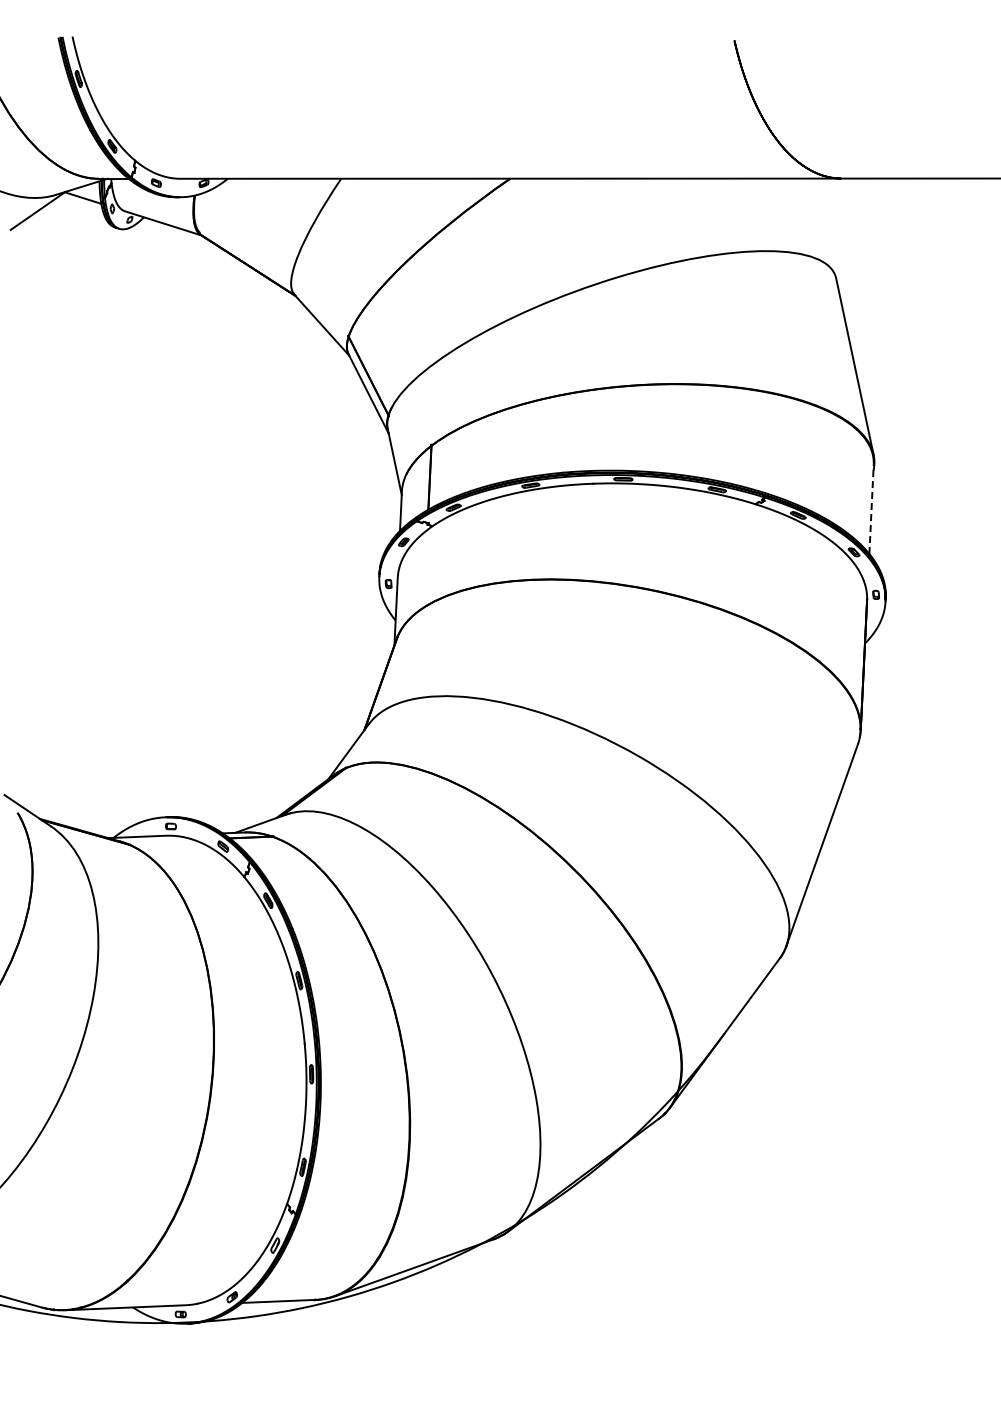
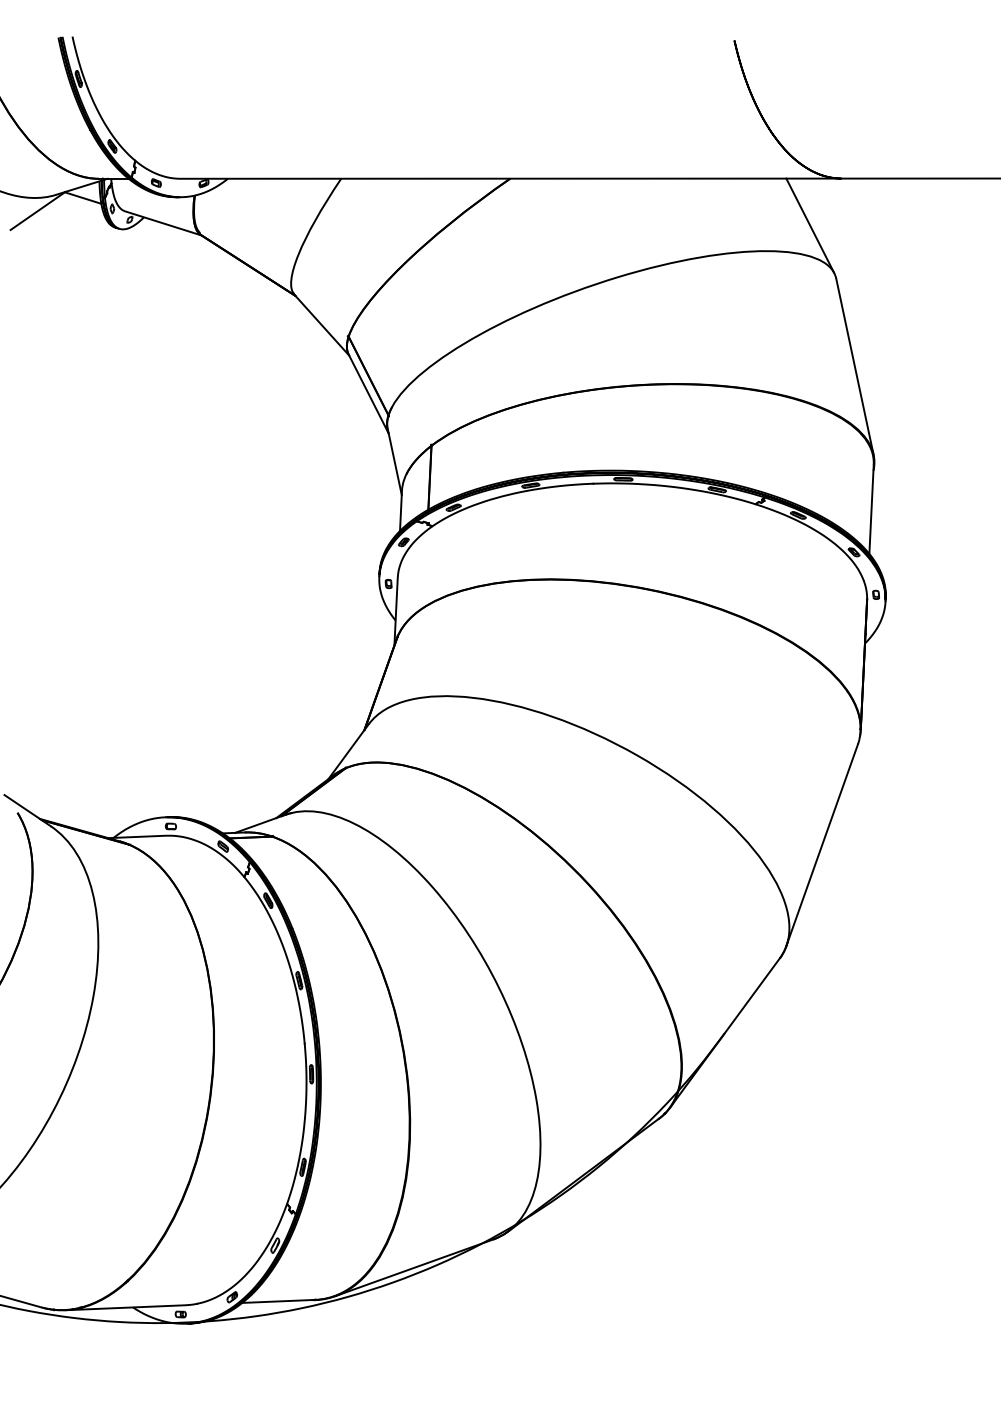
line at (810, 225): none -> present
line at (871, 509): dashed -> solid
